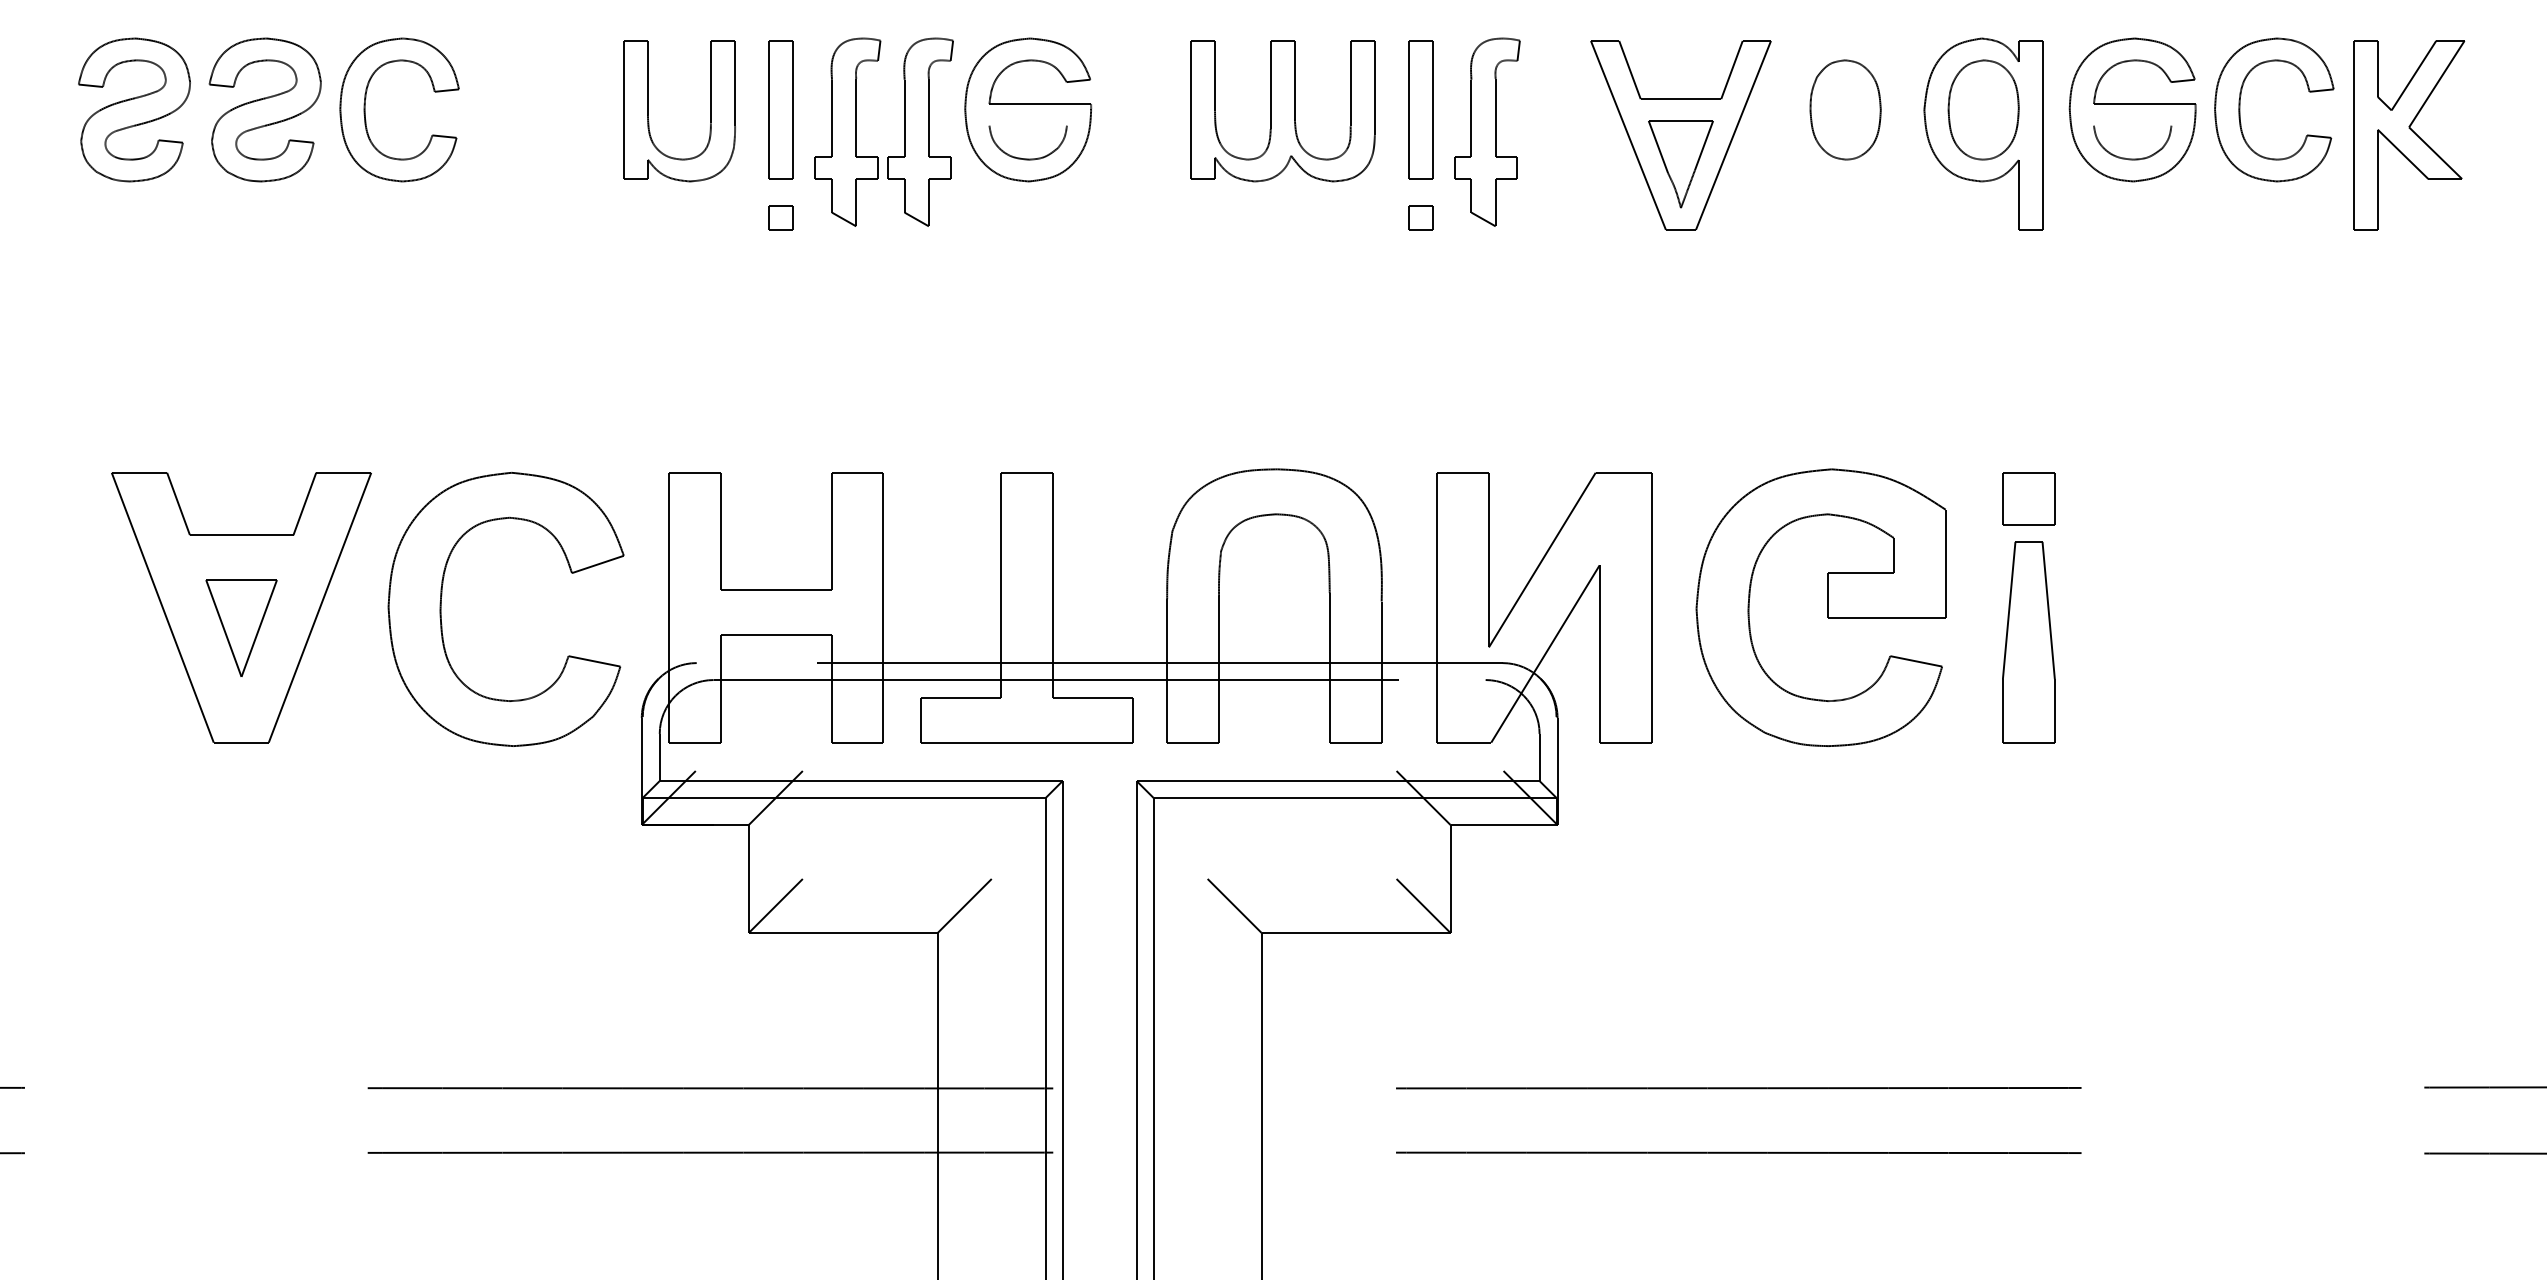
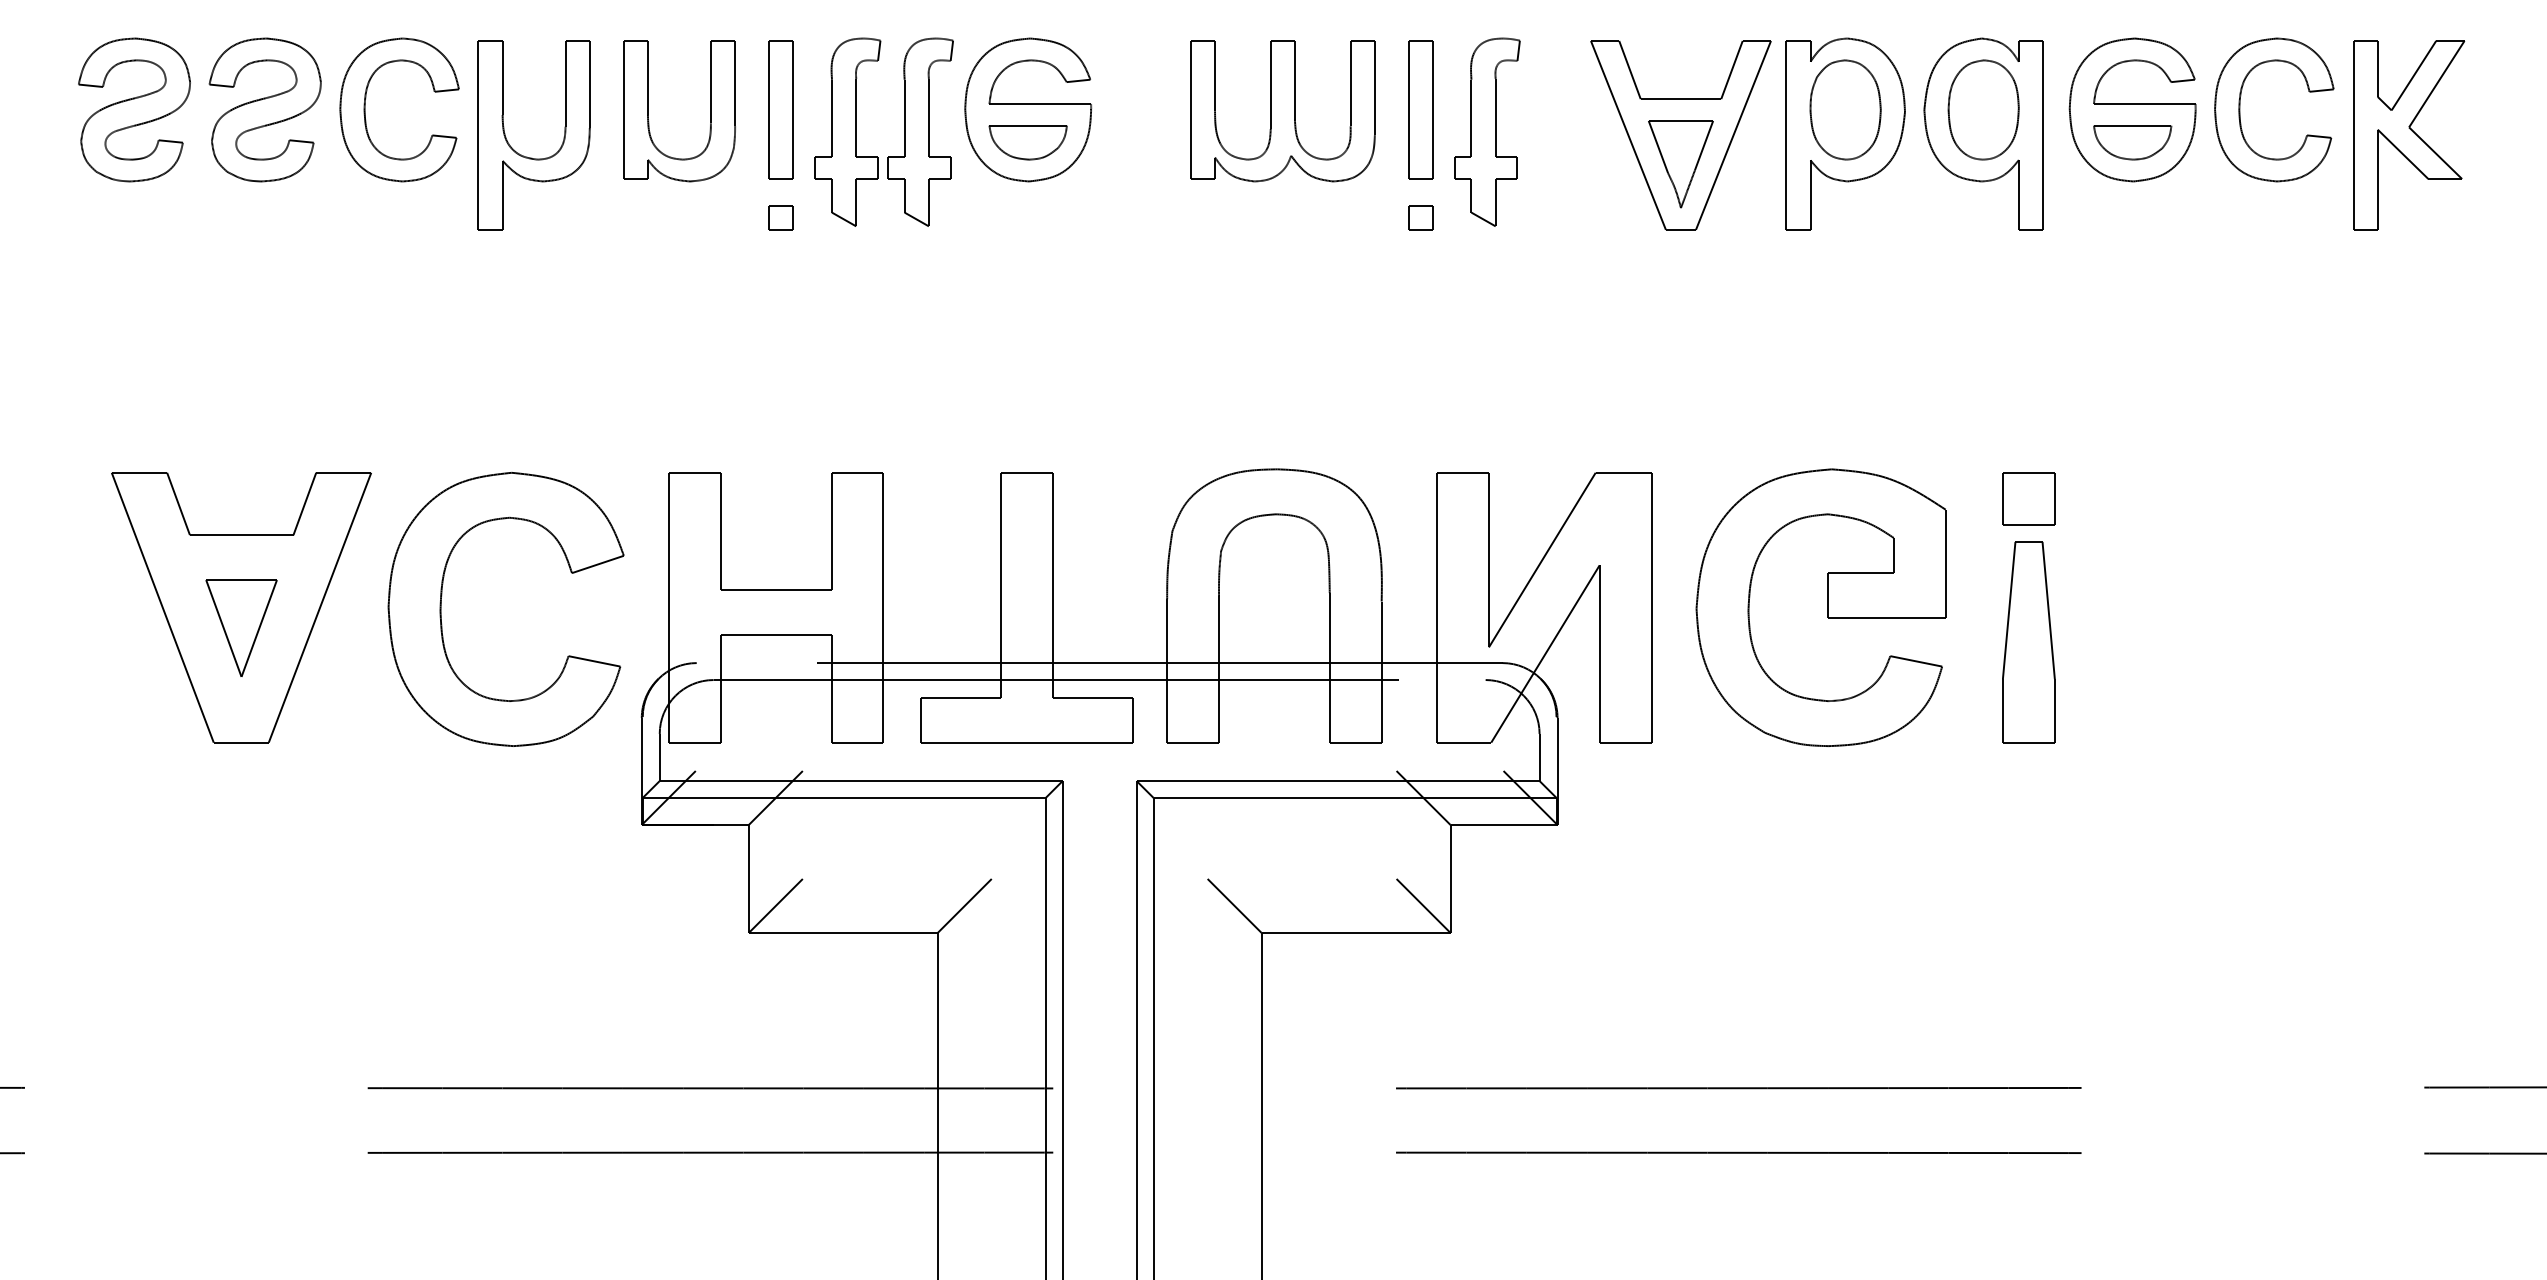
line at (1027, 125): none -> present
line at (2132, 125): none -> present
part at (1845, 133): none -> present
part at (527, 156): none -> present
